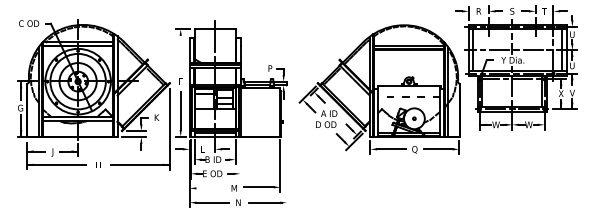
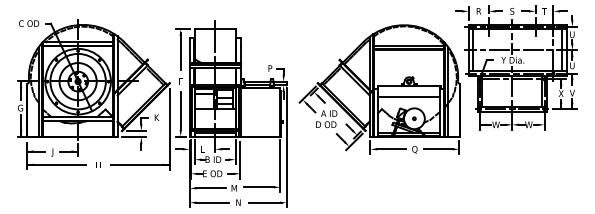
line at (180, 51): none -> present
line at (408, 96): dashed -> solid
line at (286, 147): none -> present
line at (240, 160): none -> present
line at (210, 188): none -> present
